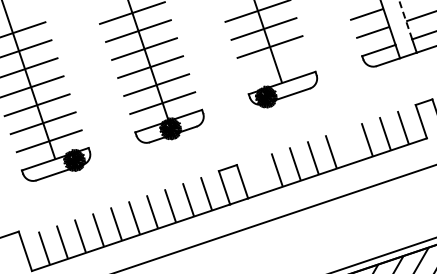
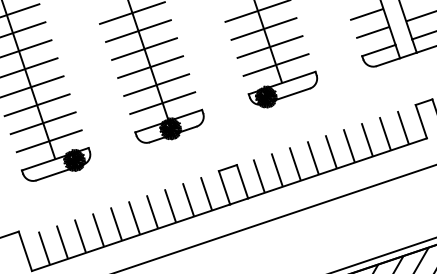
line at (21, 9): none -> present
line at (405, 19): dashed -> solid
line at (275, 64): none -> present
line at (348, 145): none -> present
line at (258, 175): none -> present
